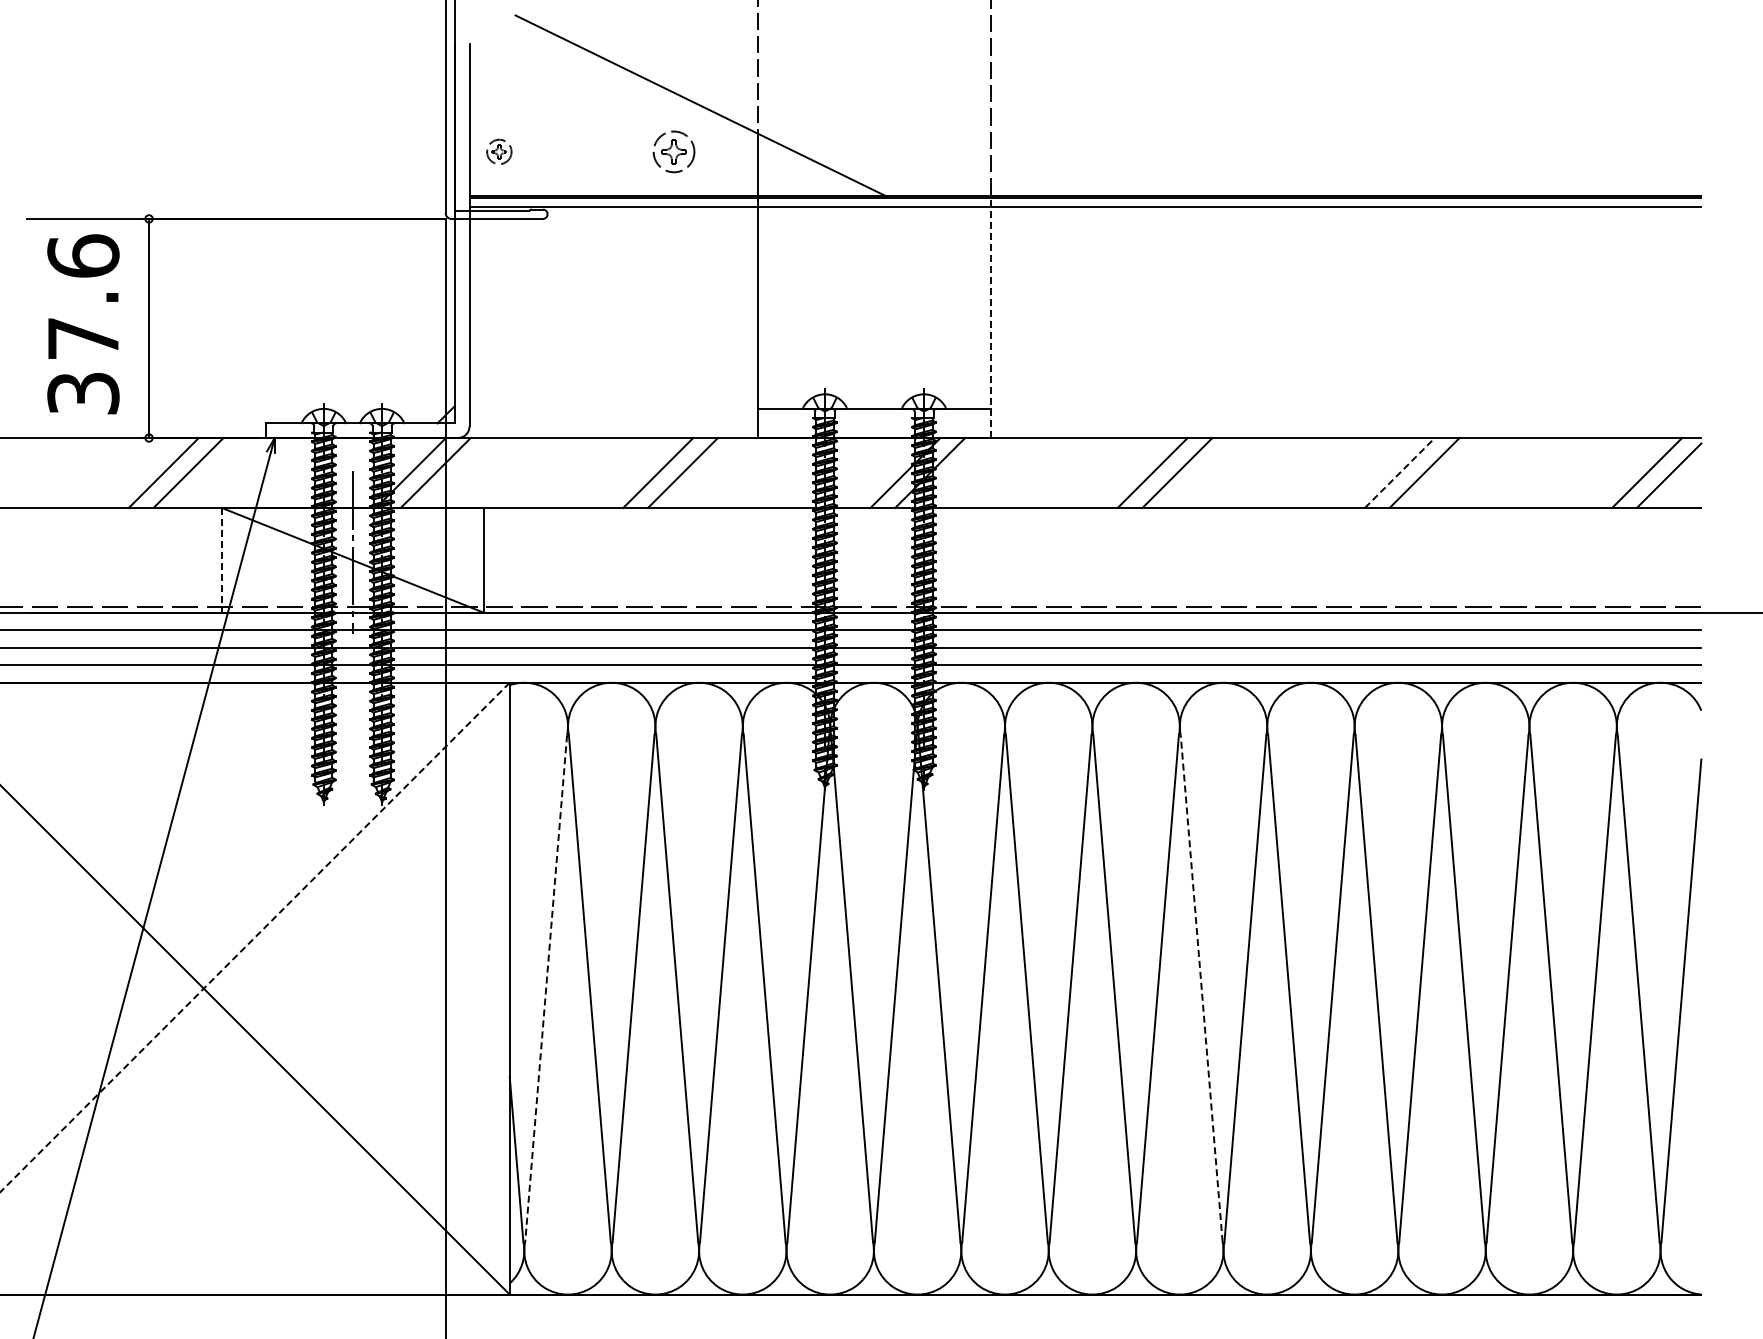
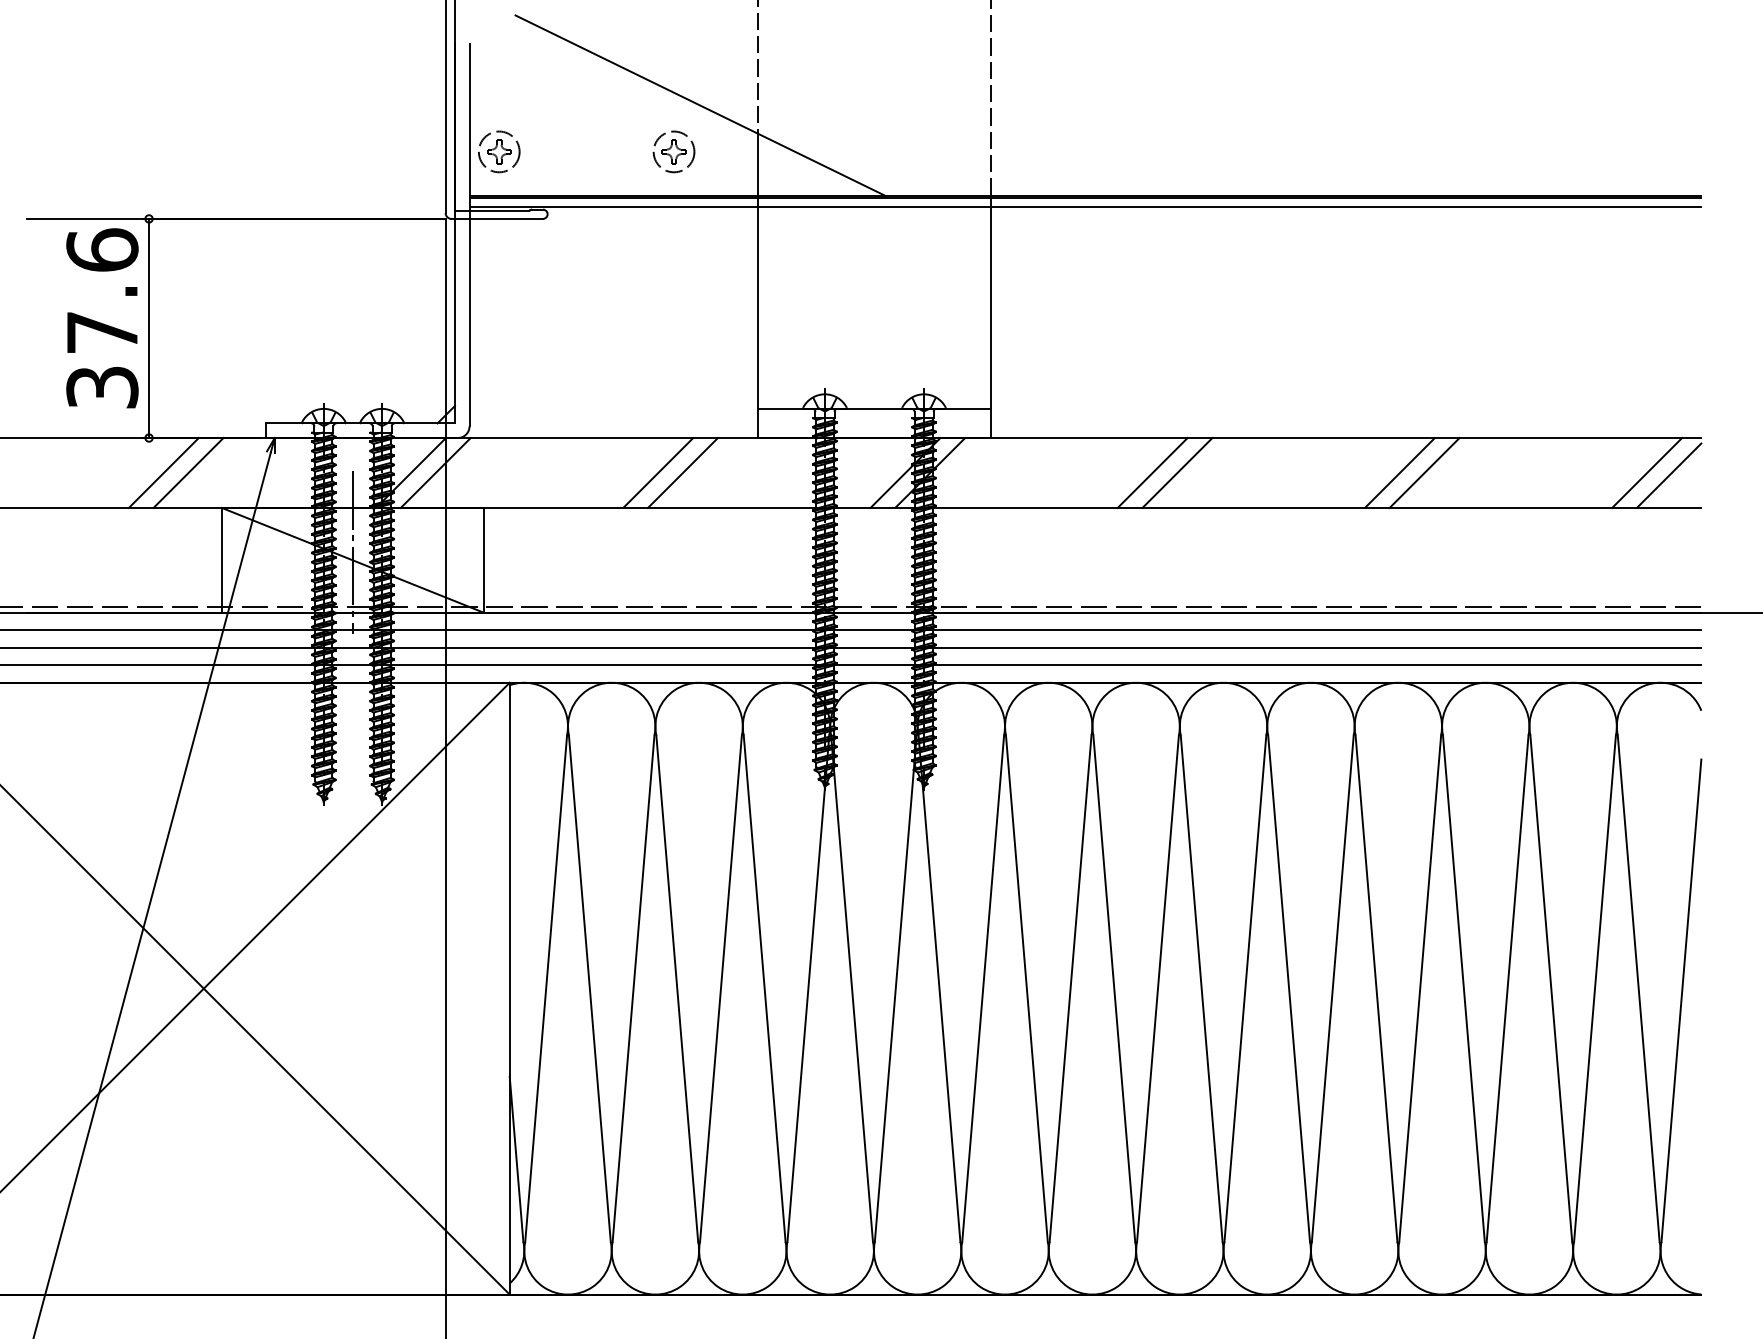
part at (499, 151) size: 27x27 px -> 43x44 px
line at (991, 316): dashed -> solid
text at (83, 324) position: (83, 324) -> (102, 318)
line at (1400, 472): dashed -> solid
line at (221, 560): dashed -> solid
line at (254, 937): dashed -> solid
line at (1201, 988): dashed -> solid
line at (546, 989): dashed -> solid
